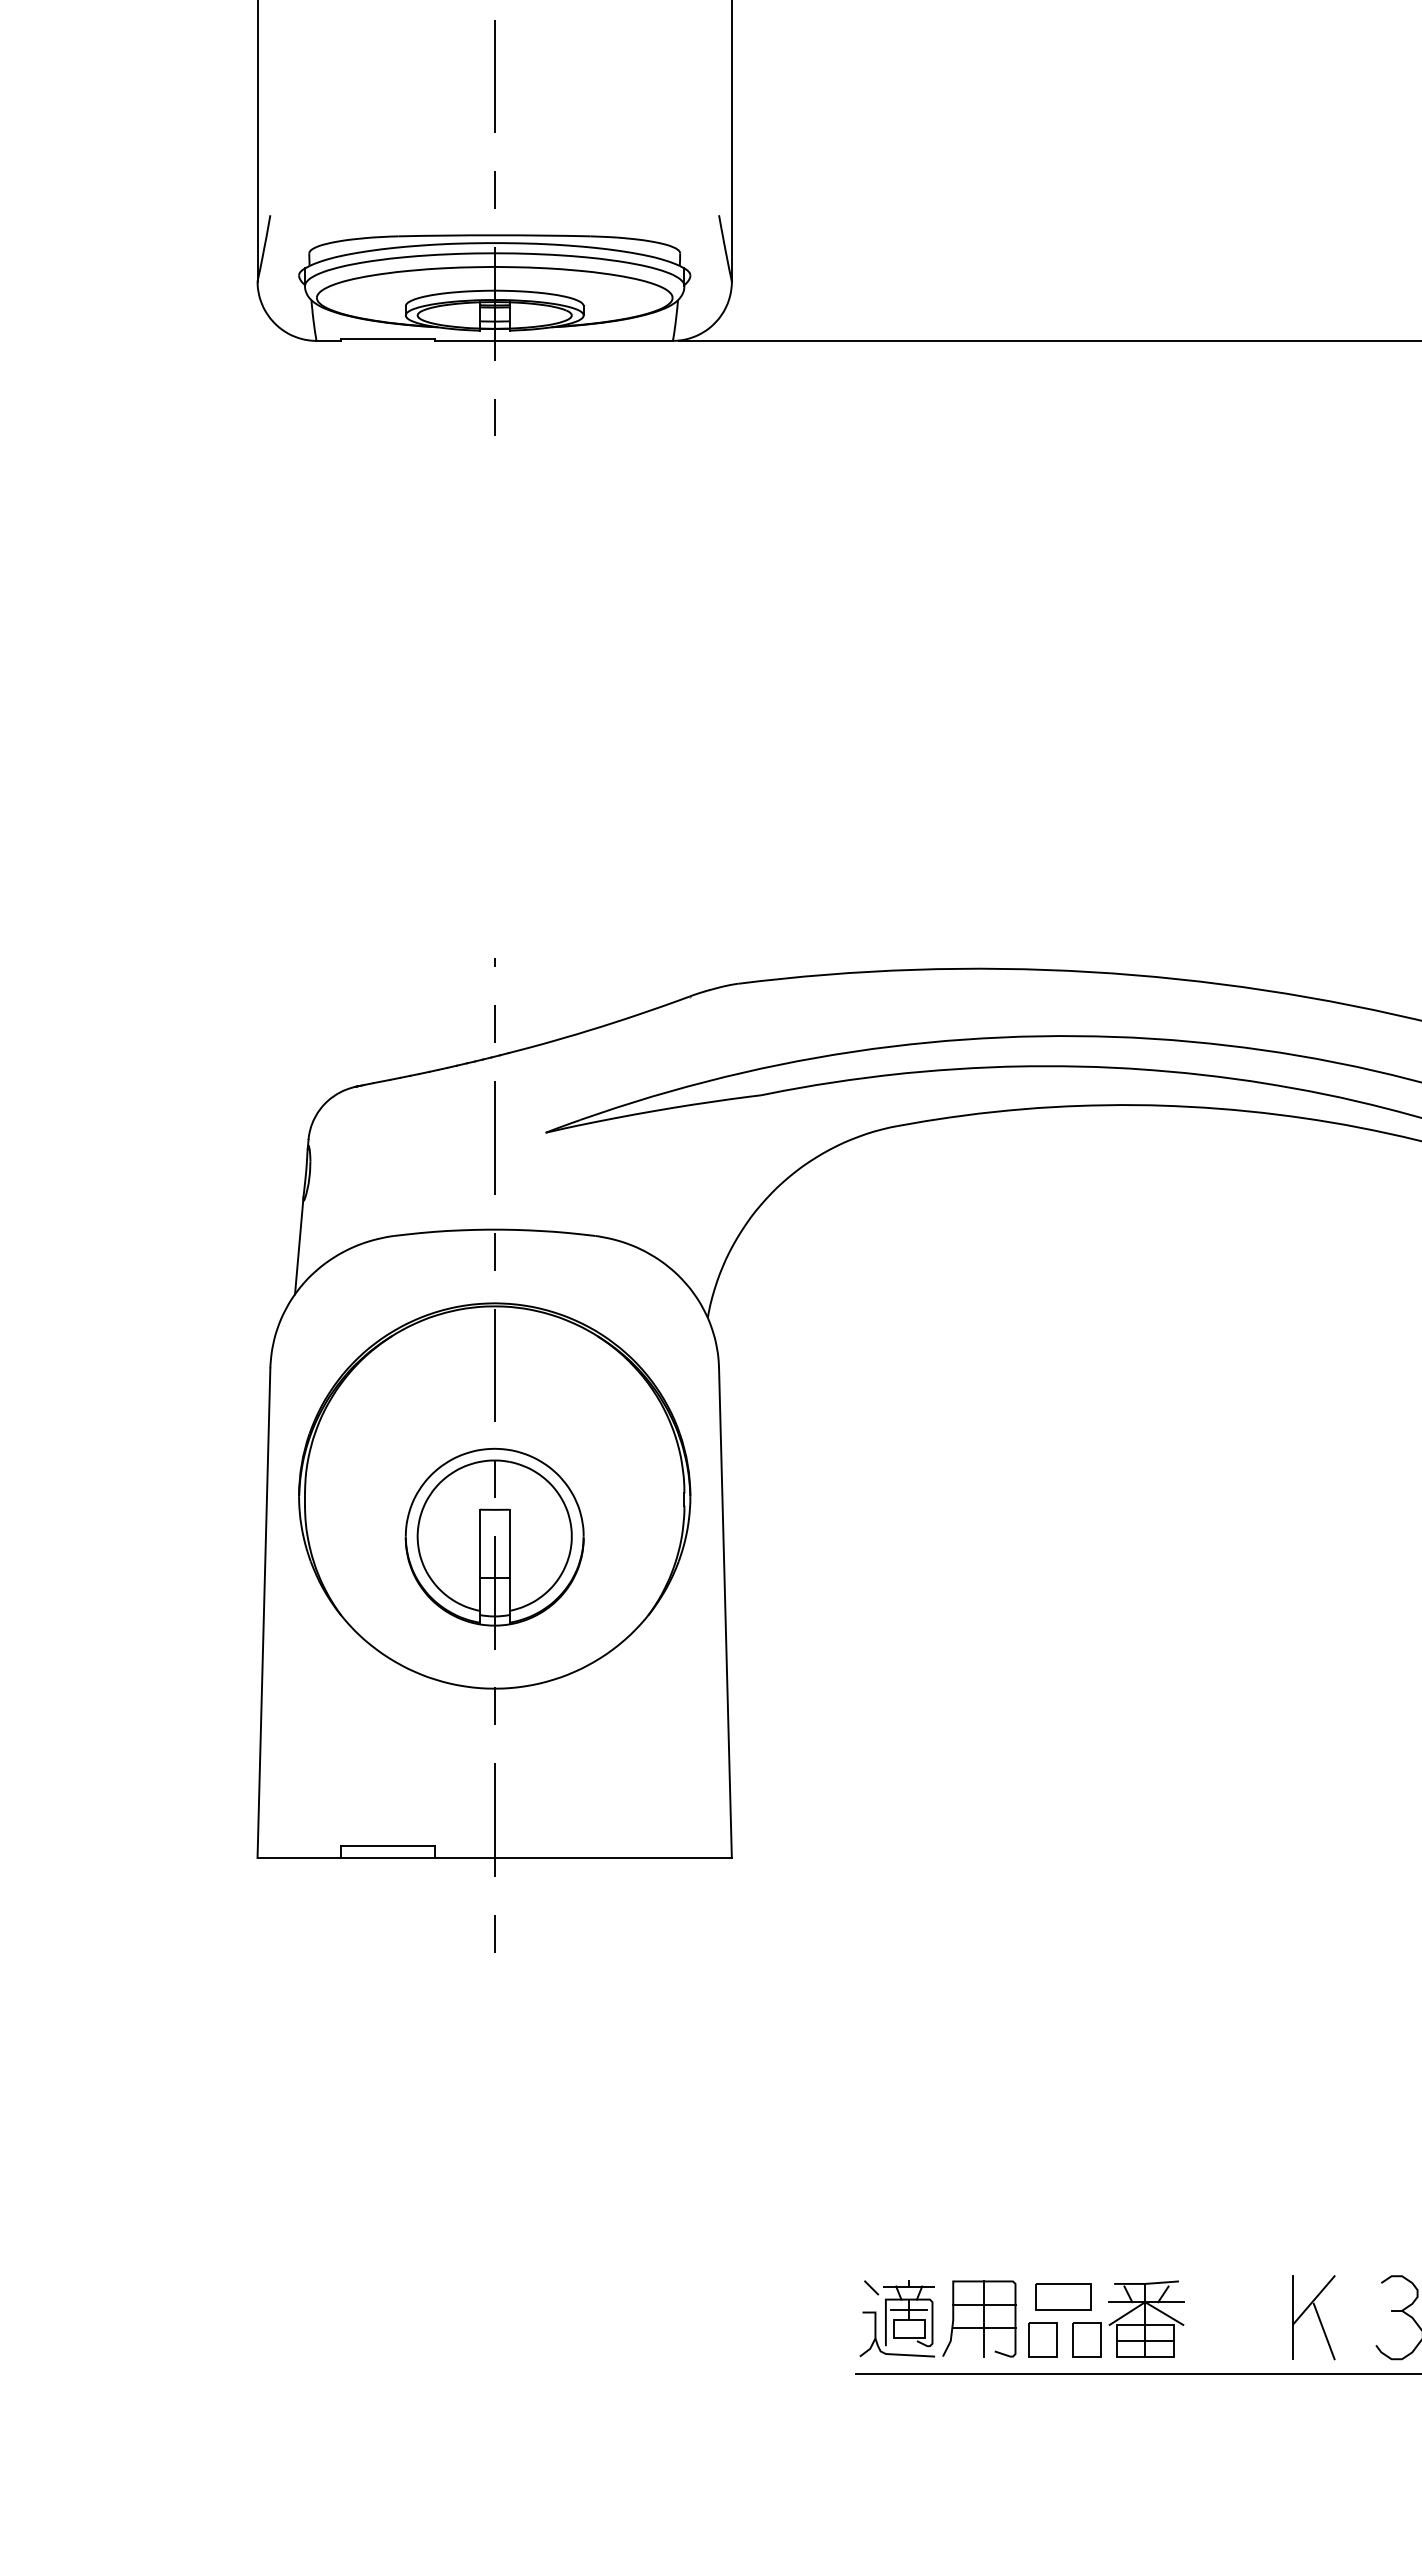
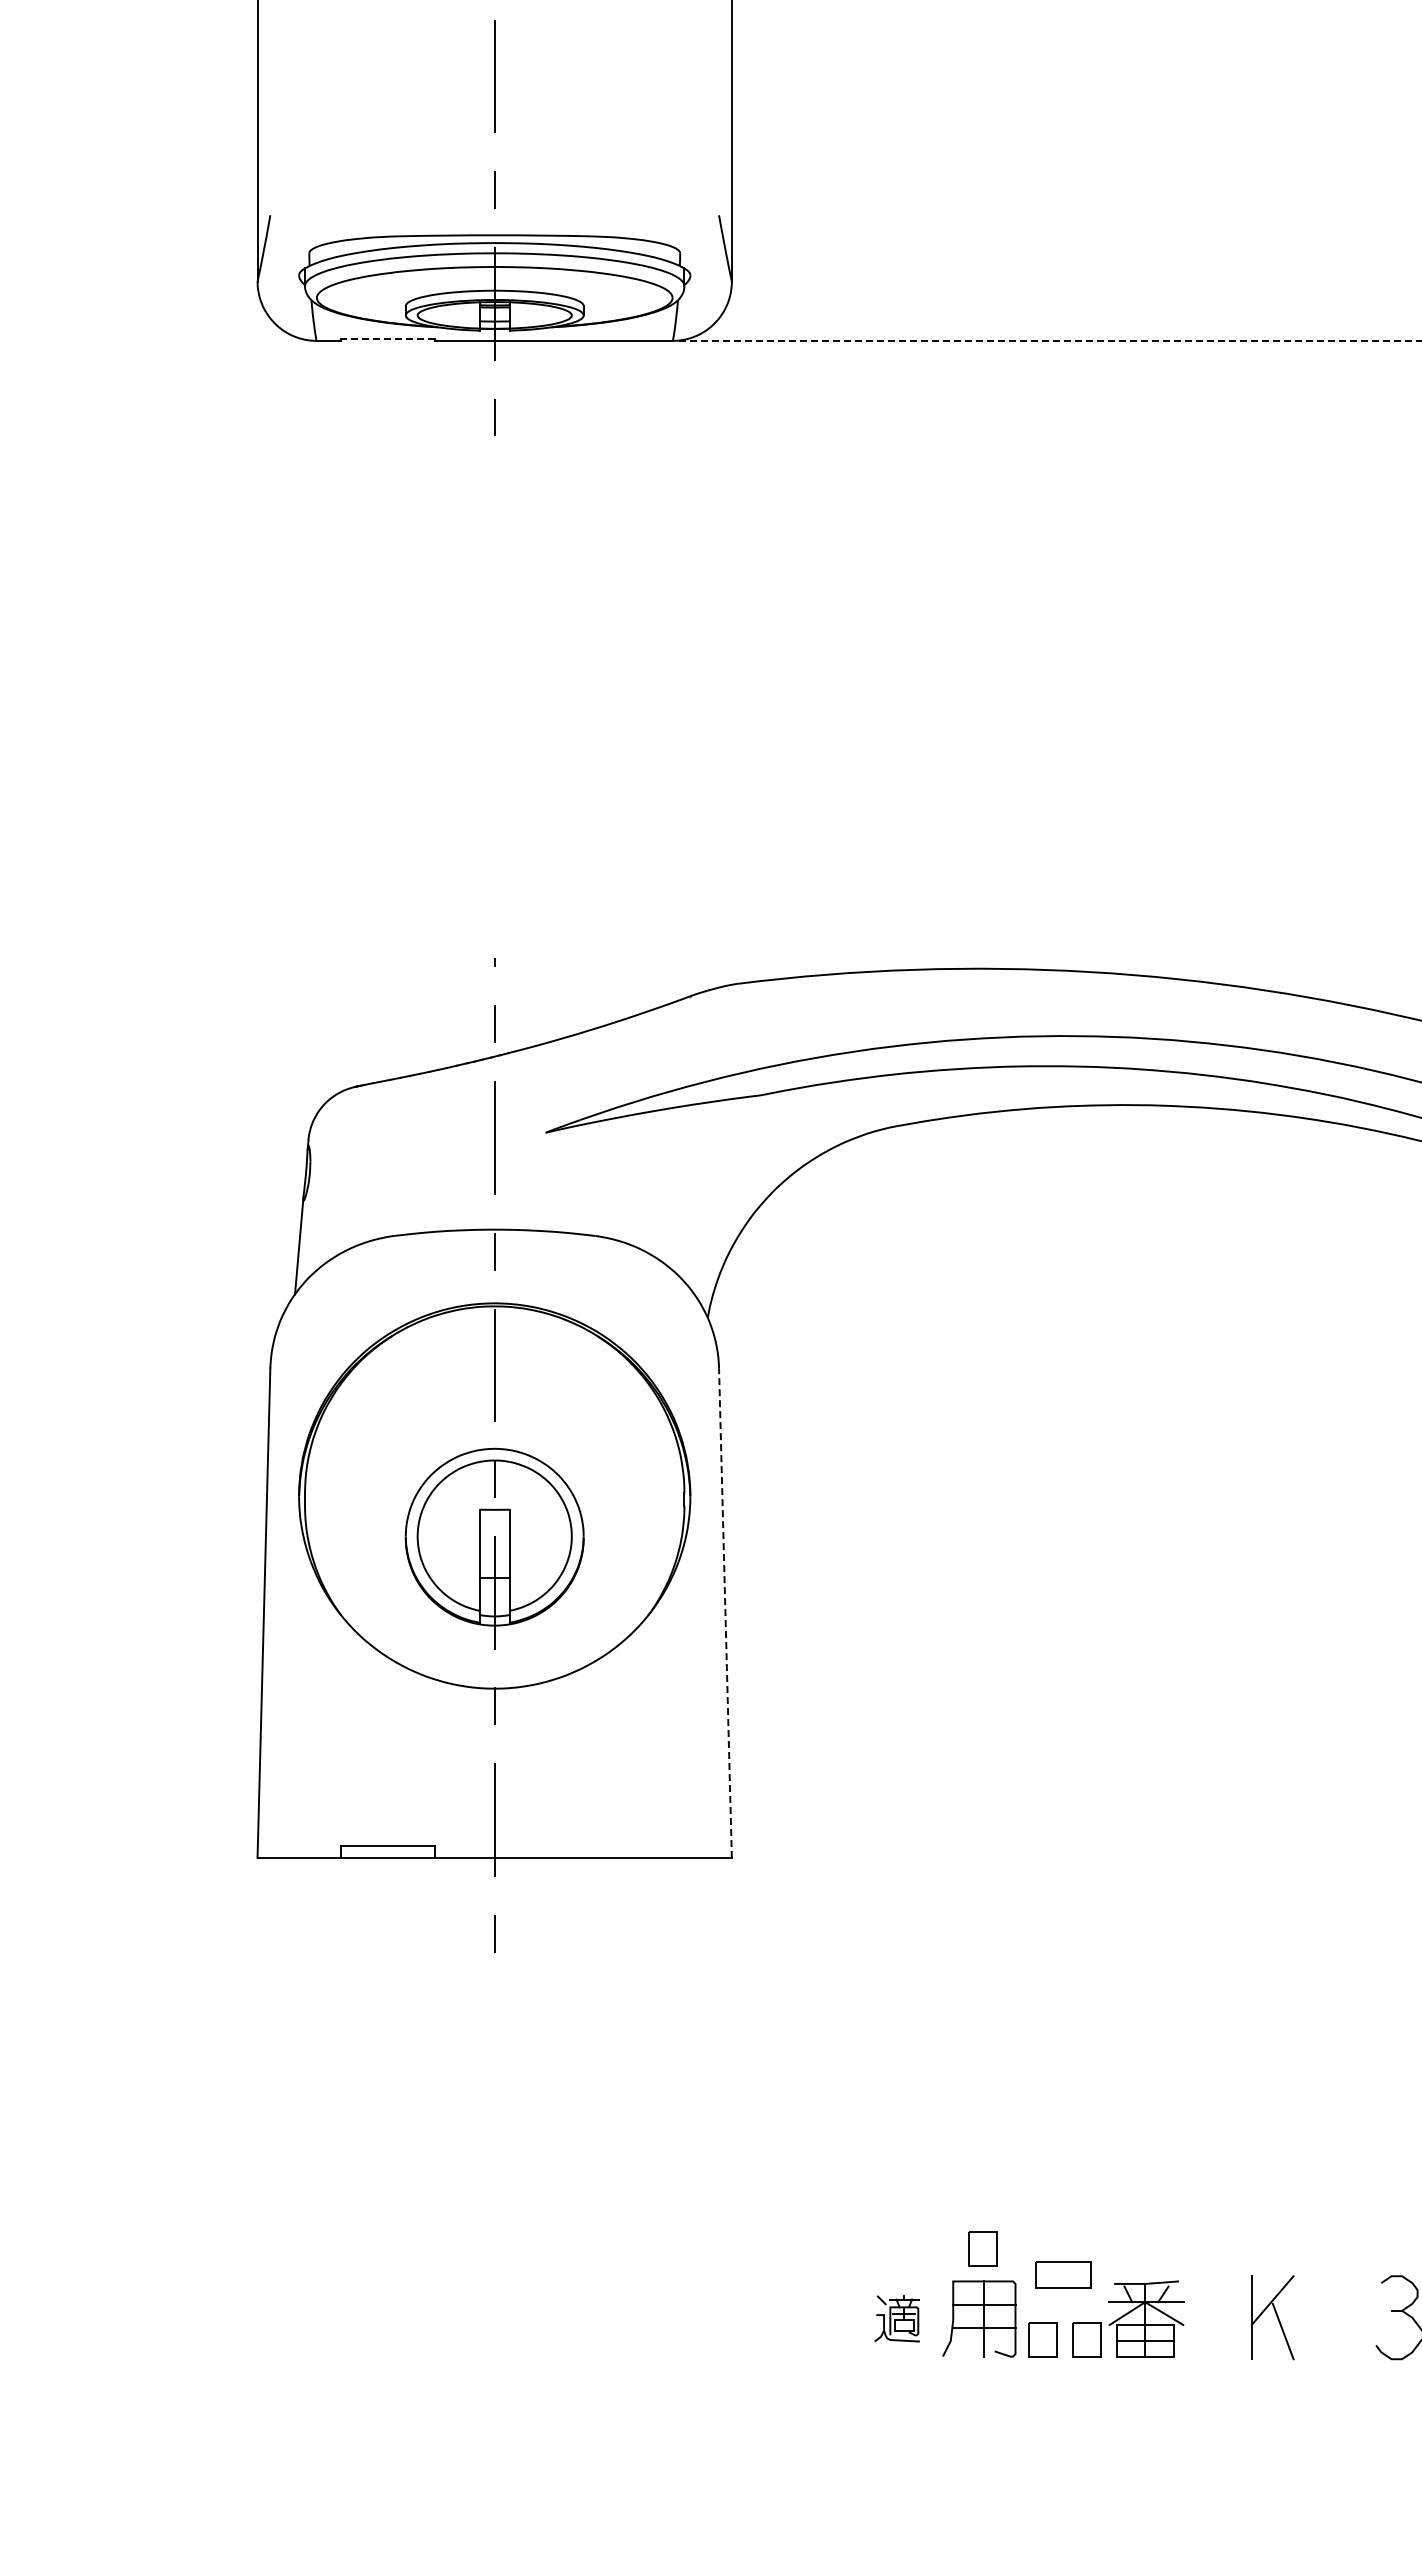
line at (387, 338): solid -> dashed
line at (1050, 340): solid -> dashed
line at (725, 1613): solid -> dashed
part at (982, 2248): none -> present
part at (1063, 2296) position: (1063, 2296) -> (1063, 2274)
part at (1313, 2317) position: (1313, 2317) -> (1272, 2317)
part at (896, 2318) size: 76x78 px -> 46x48 px
line at (1137, 2373): present -> none
